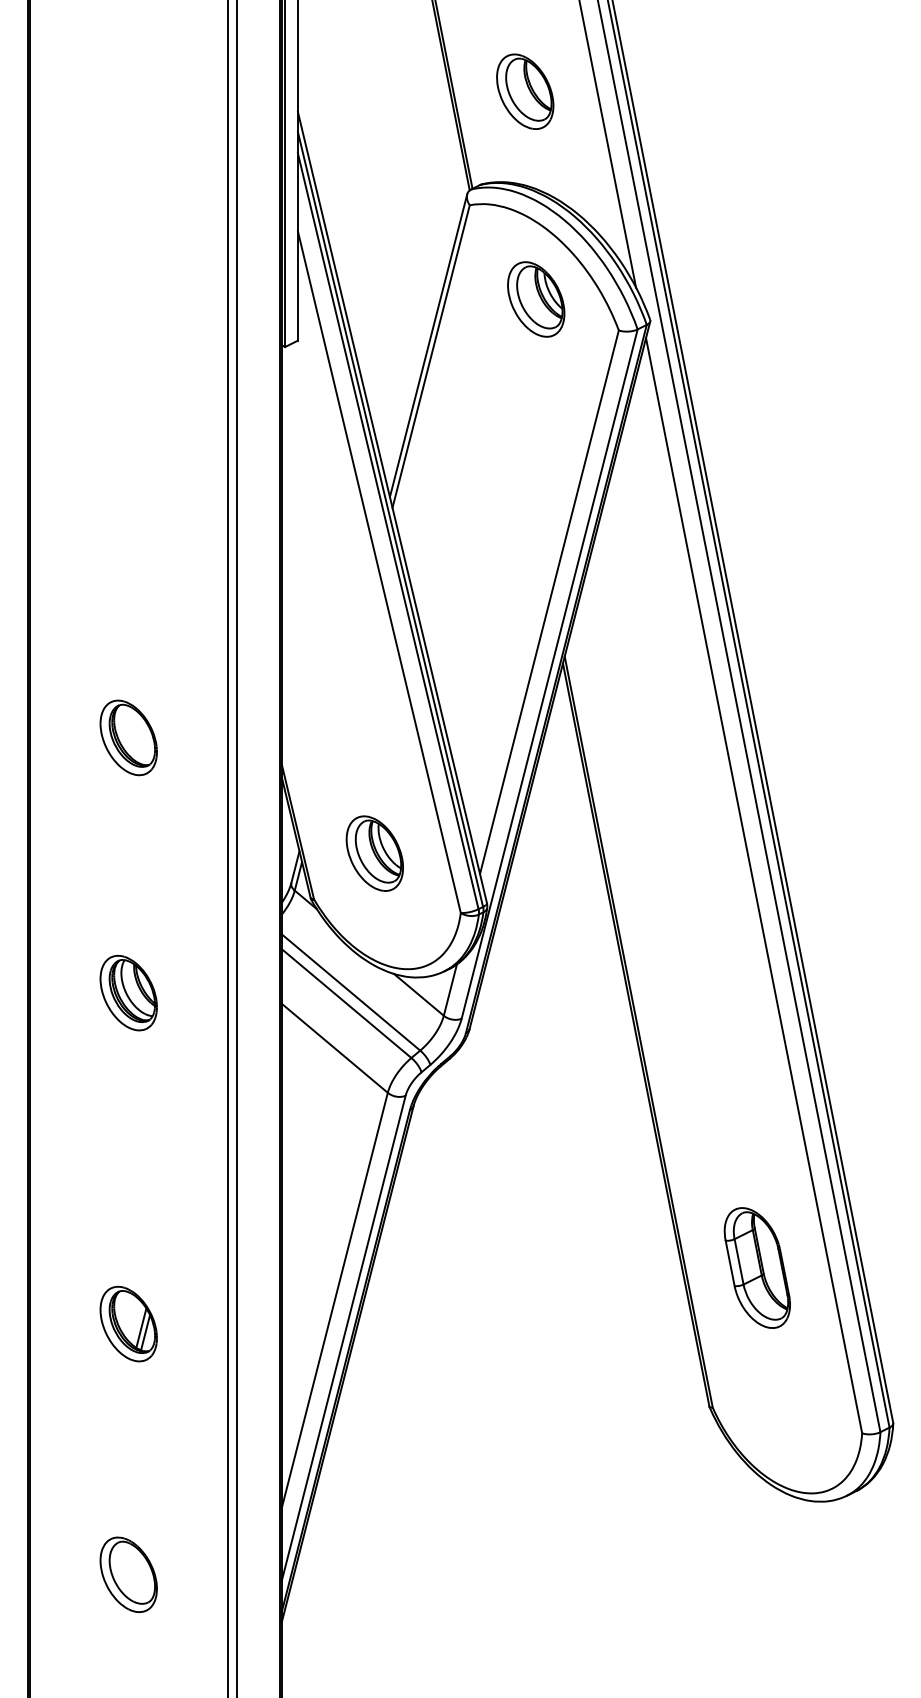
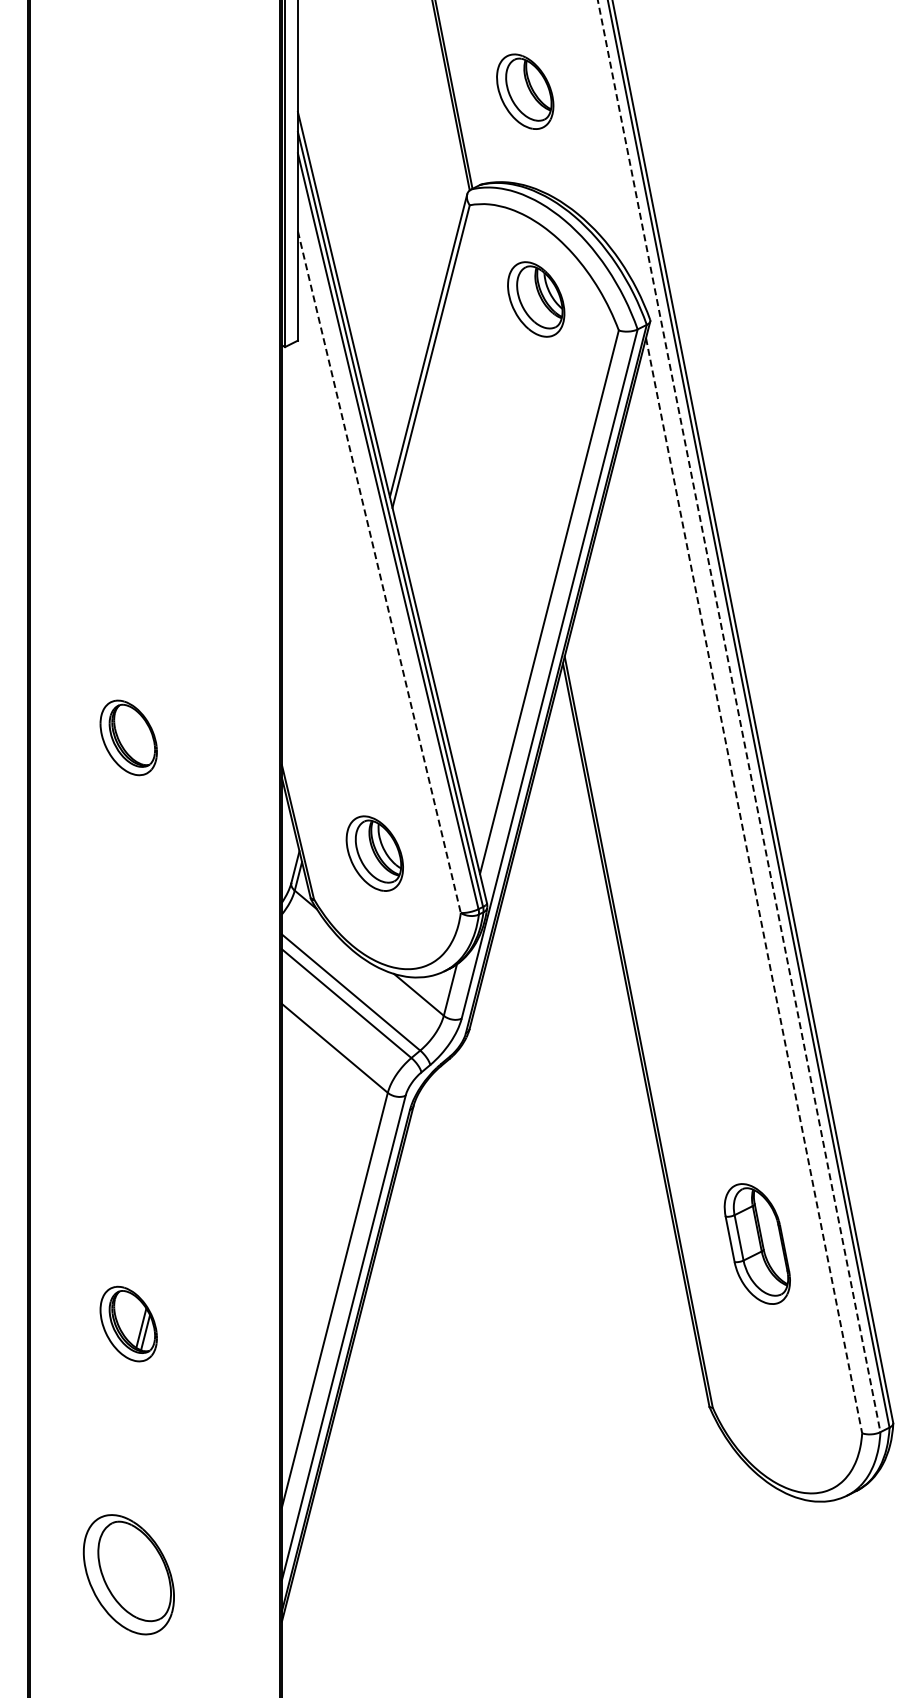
line at (607, 144): present -> none
line at (379, 572): solid -> dashed
line at (739, 717): solid -> dashed
line at (227, 848): present -> none
line at (237, 848): present -> none
line at (754, 886): solid -> dashed
part at (128, 992): present -> none
part at (756, 1267) position: (756, 1267) -> (756, 1243)
part at (128, 1574) size: 59x78 px -> 93x122 px
